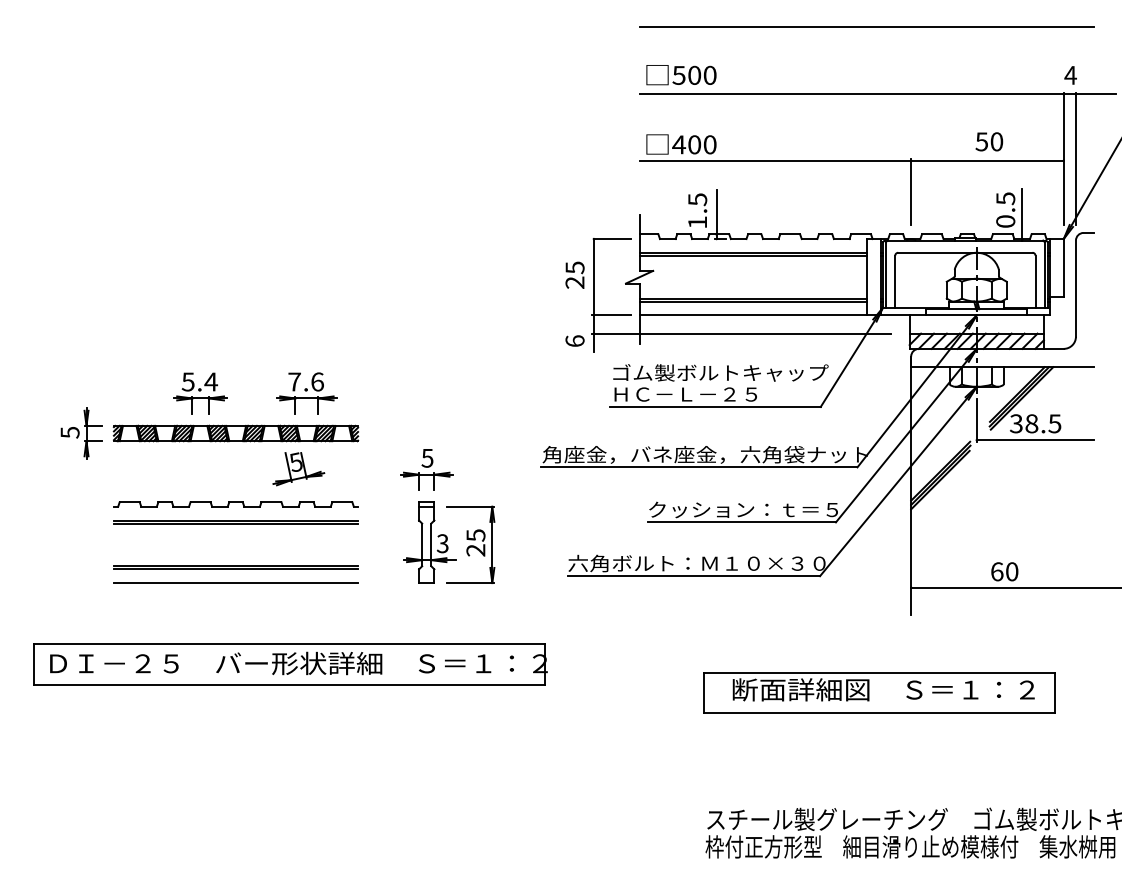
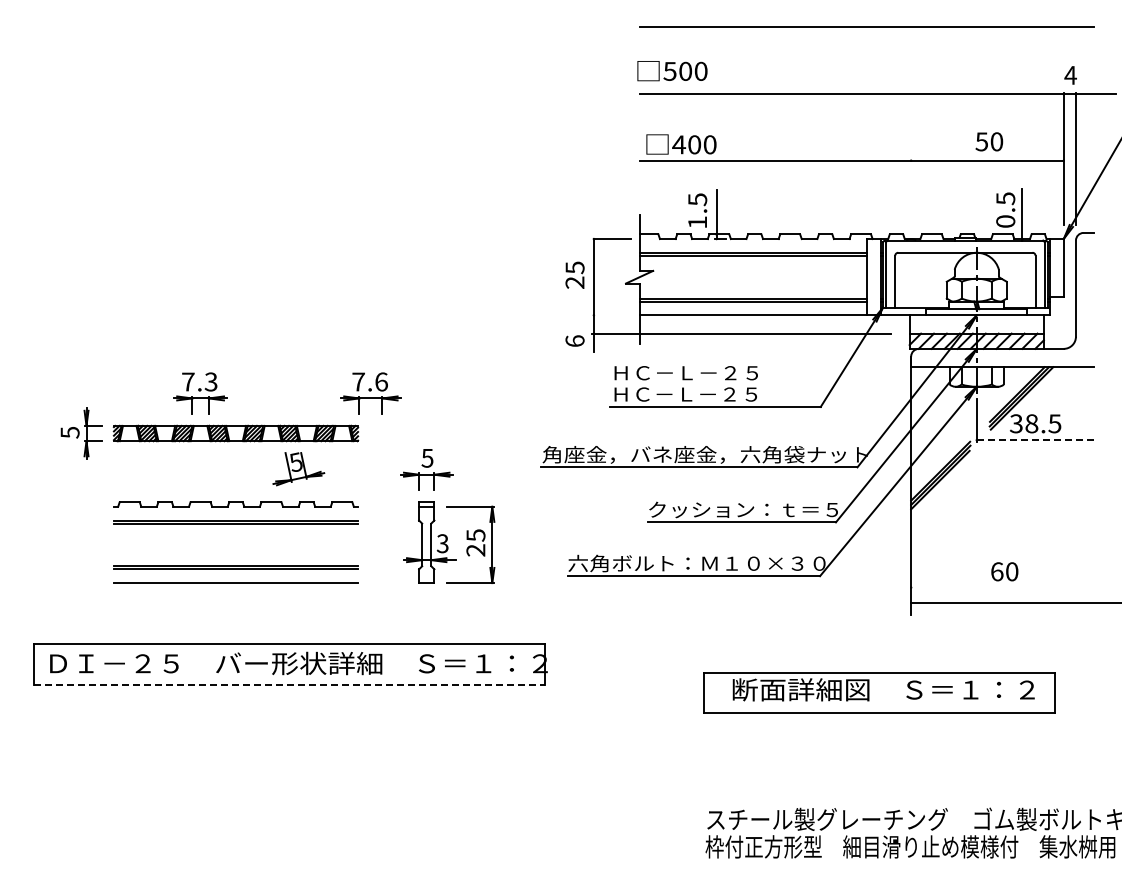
text at (681, 75) position: (681, 75) -> (672, 71)
line at (911, 191): present -> none
line at (611, 315): present -> none
text at (720, 372): ゴム製ボルトキャップ -> ＨＣ－Ｌ－２５
text at (199, 381): 5.4 -> 7.3
part at (306, 393) position: (306, 393) -> (370, 393)
line at (1035, 440): solid -> dashed
line at (1014, 587) position: (1014, 587) -> (1014, 602)
line at (289, 684): solid -> dashed
